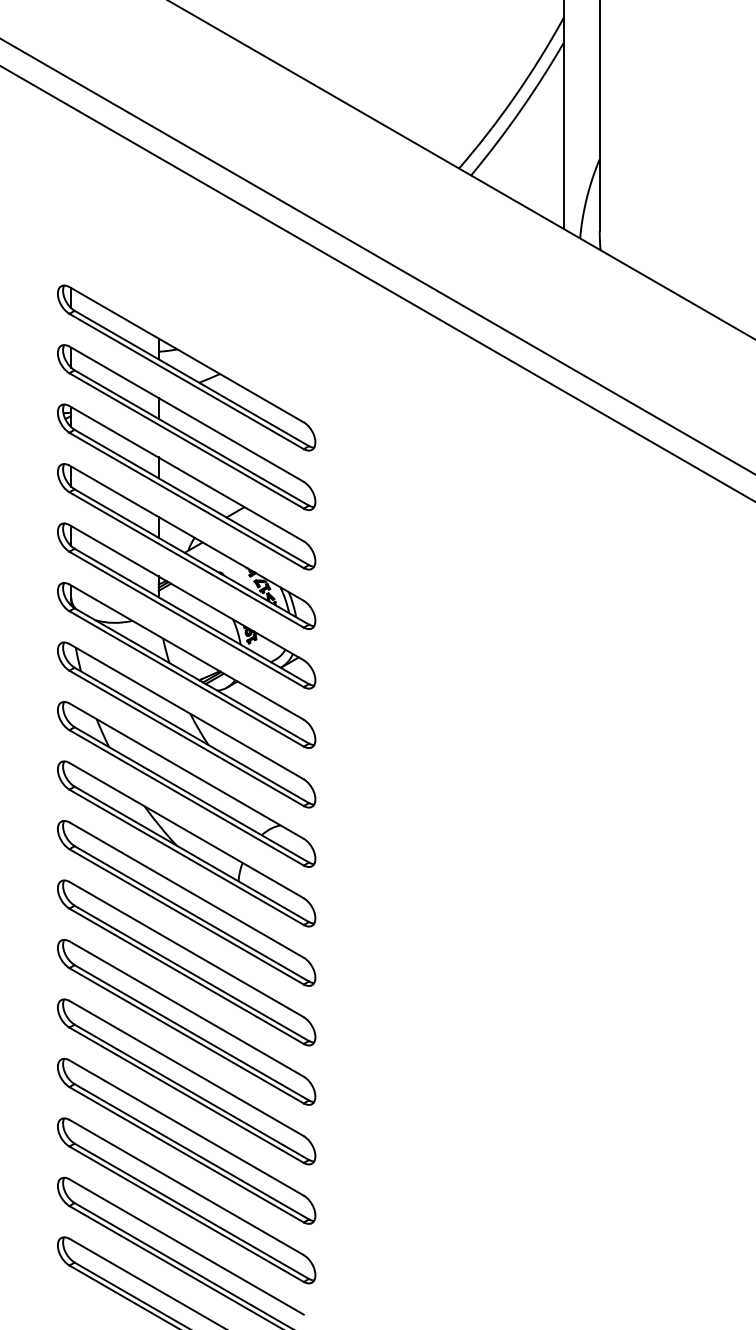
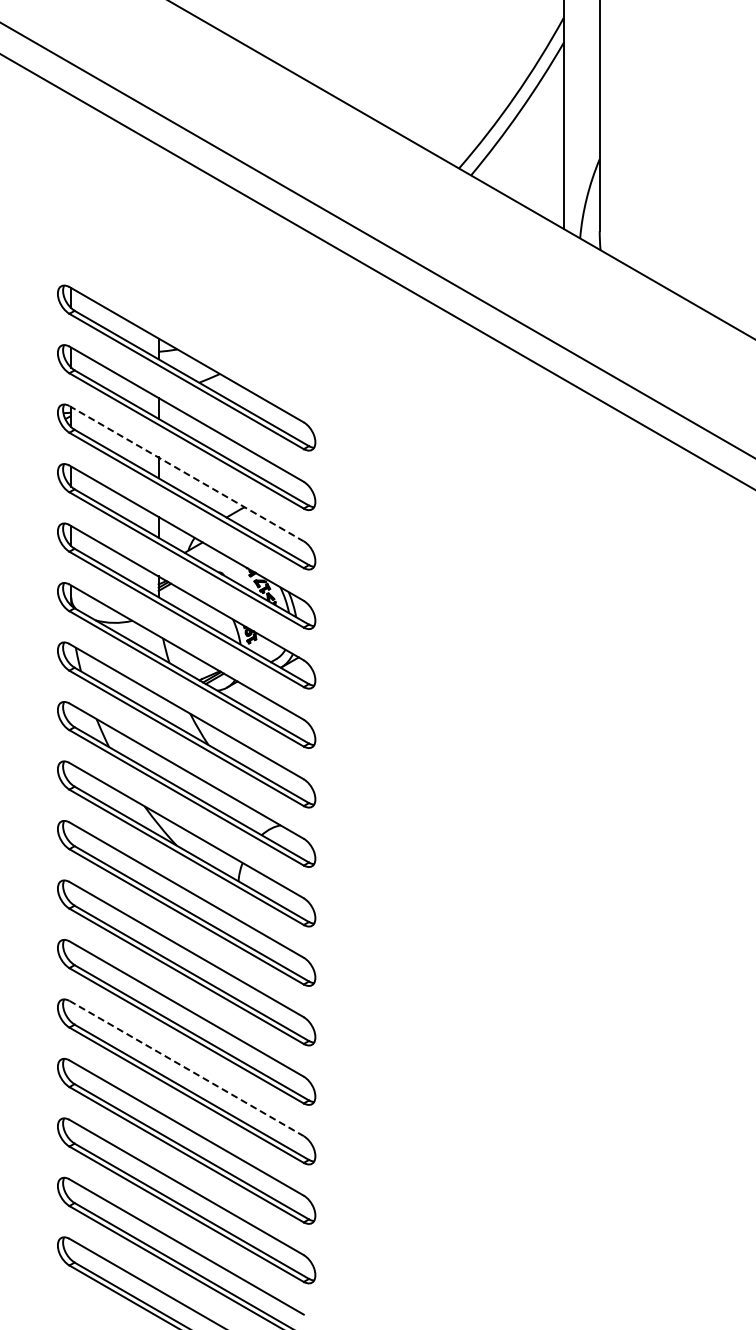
line at (377, 256) position: (377, 256) -> (377, 240)
line at (377, 283) position: (377, 283) -> (377, 271)
line at (187, 473): solid -> dashed
line at (187, 1068): solid -> dashed
